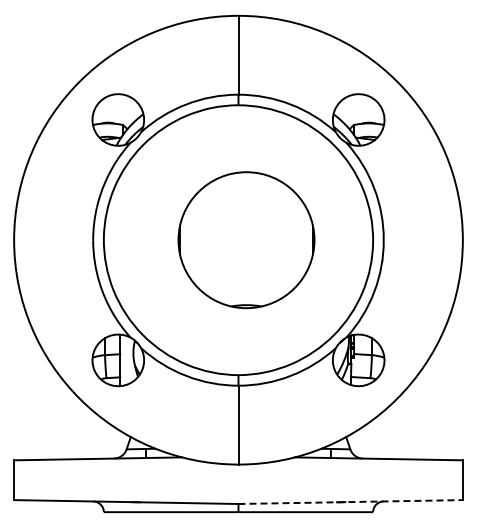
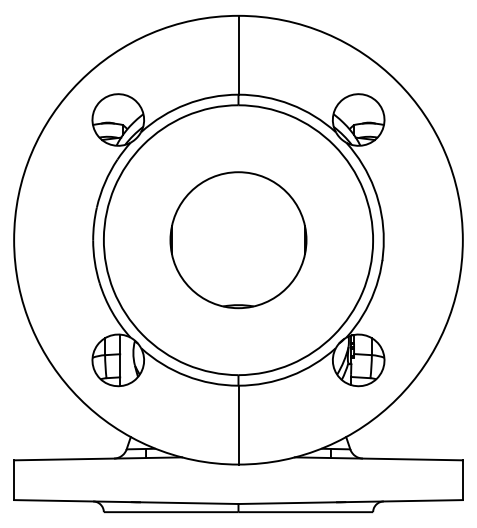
part at (246, 240) position: (246, 240) -> (238, 240)
line at (351, 502): dashed -> solid
